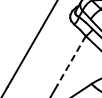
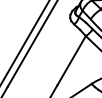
line at (25, 42): none -> present
line at (71, 61): dashed -> solid
